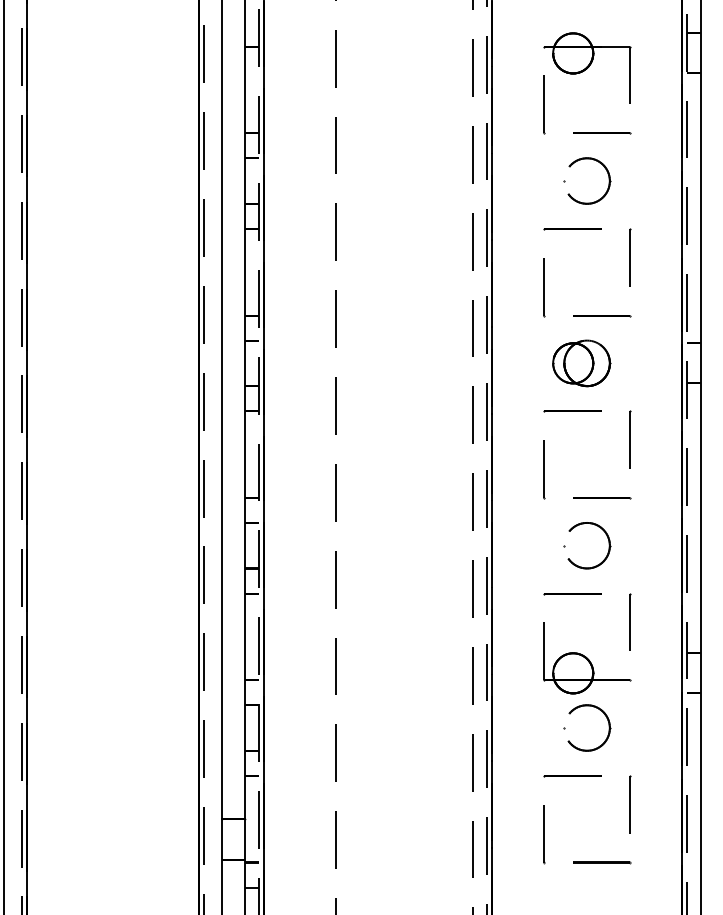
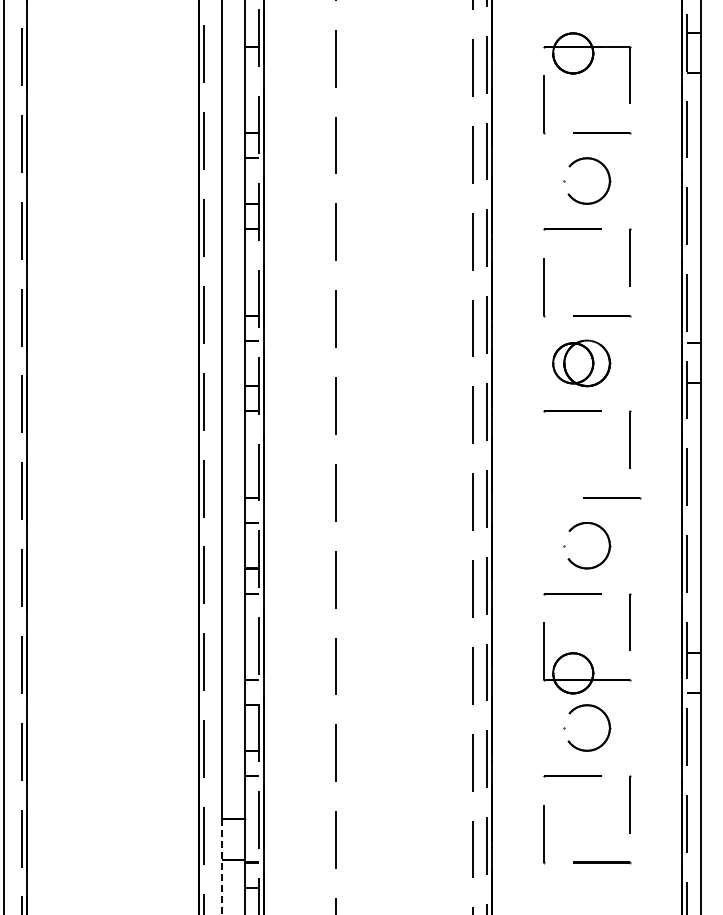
line at (544, 469): present -> none
line at (602, 498) position: (602, 498) -> (612, 498)
line at (222, 867): solid -> dashed
